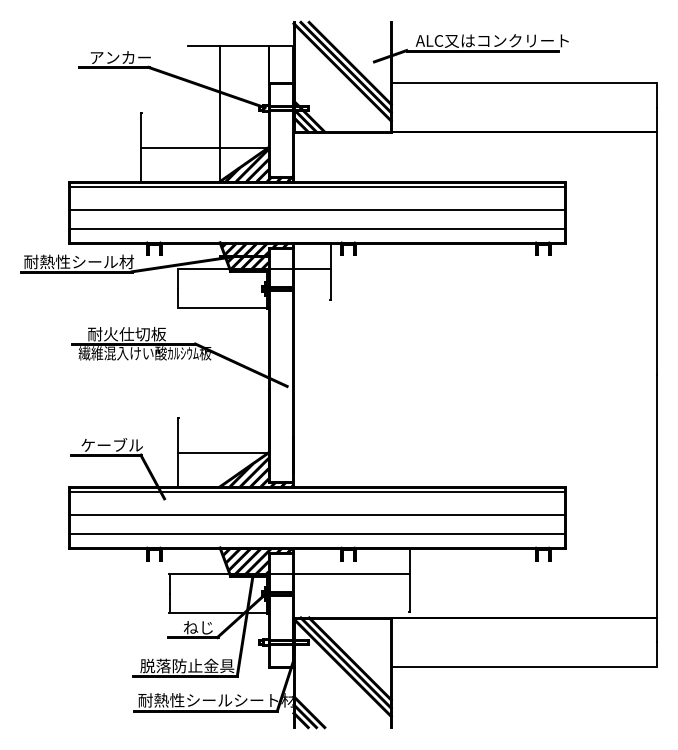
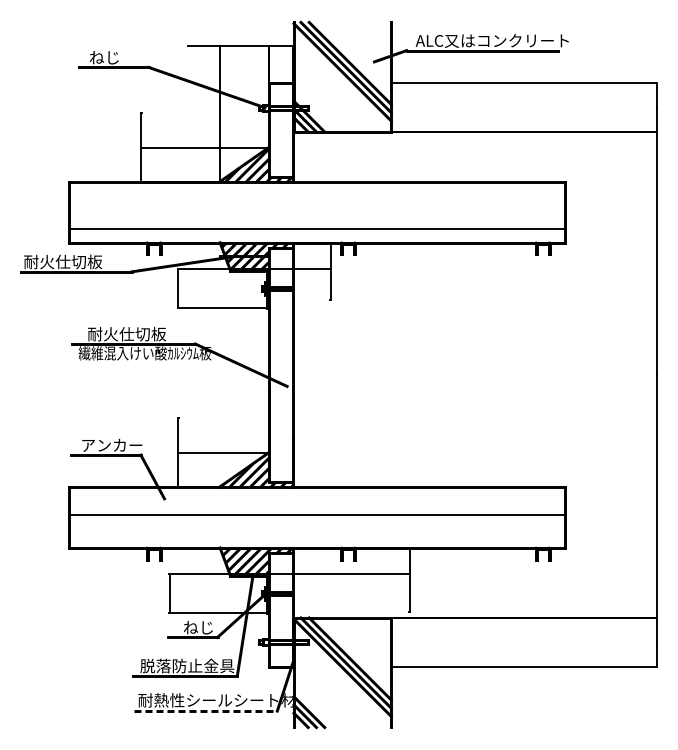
text at (120, 57): アンカー -> ねじ
line at (317, 186): present -> none
line at (317, 209): present -> none
text at (87, 261): 耐熱性シール材 -> 耐火仕切板
text at (111, 444): ケーブル -> アンカー
line at (317, 491): present -> none
line at (317, 534): present -> none
line at (205, 711): solid -> dashed
